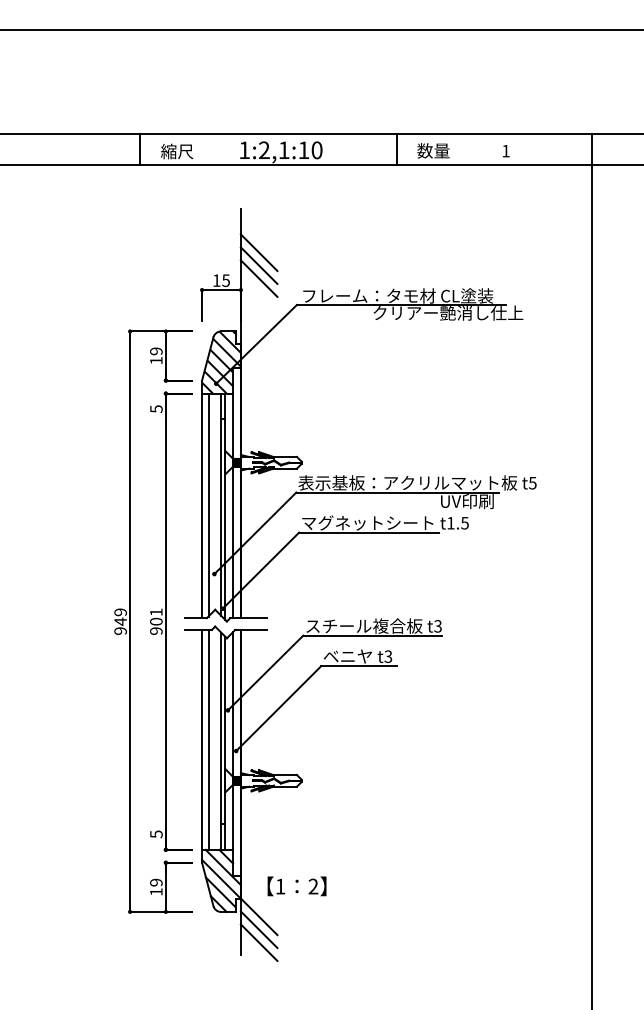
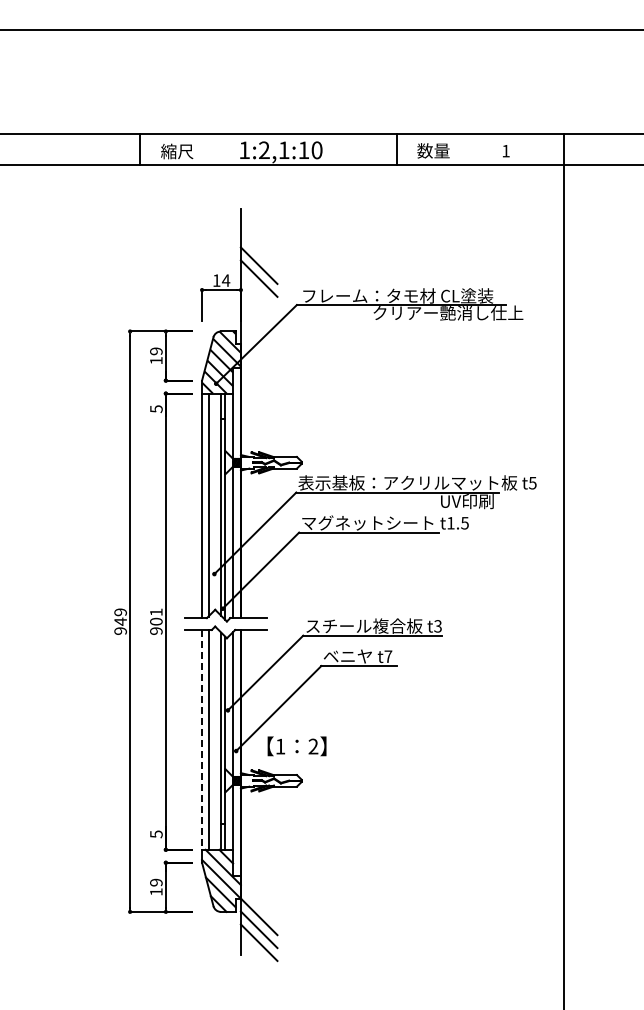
line at (258, 252): present -> none
text at (225, 280): 15 -> 14
line at (591, 569) position: (591, 569) -> (563, 569)
text at (388, 656): t3 -> t7
line at (202, 739): solid -> dashed
text at (296, 886) position: (296, 886) -> (296, 746)
